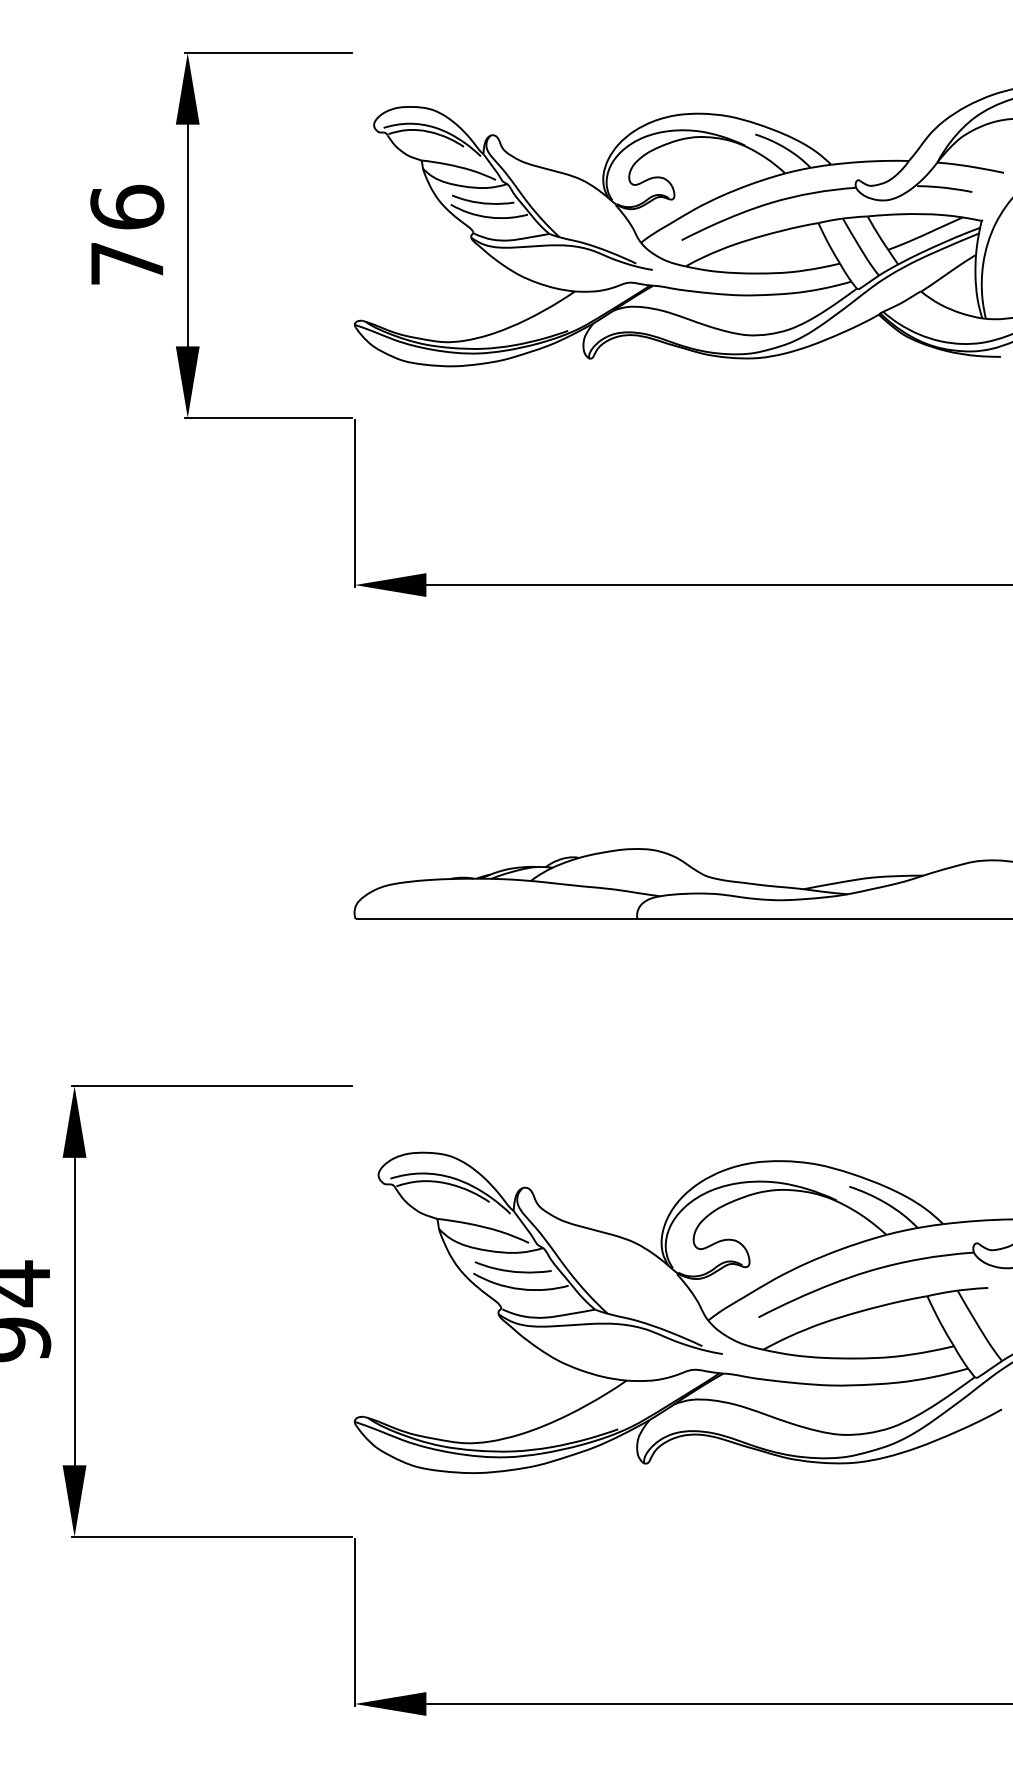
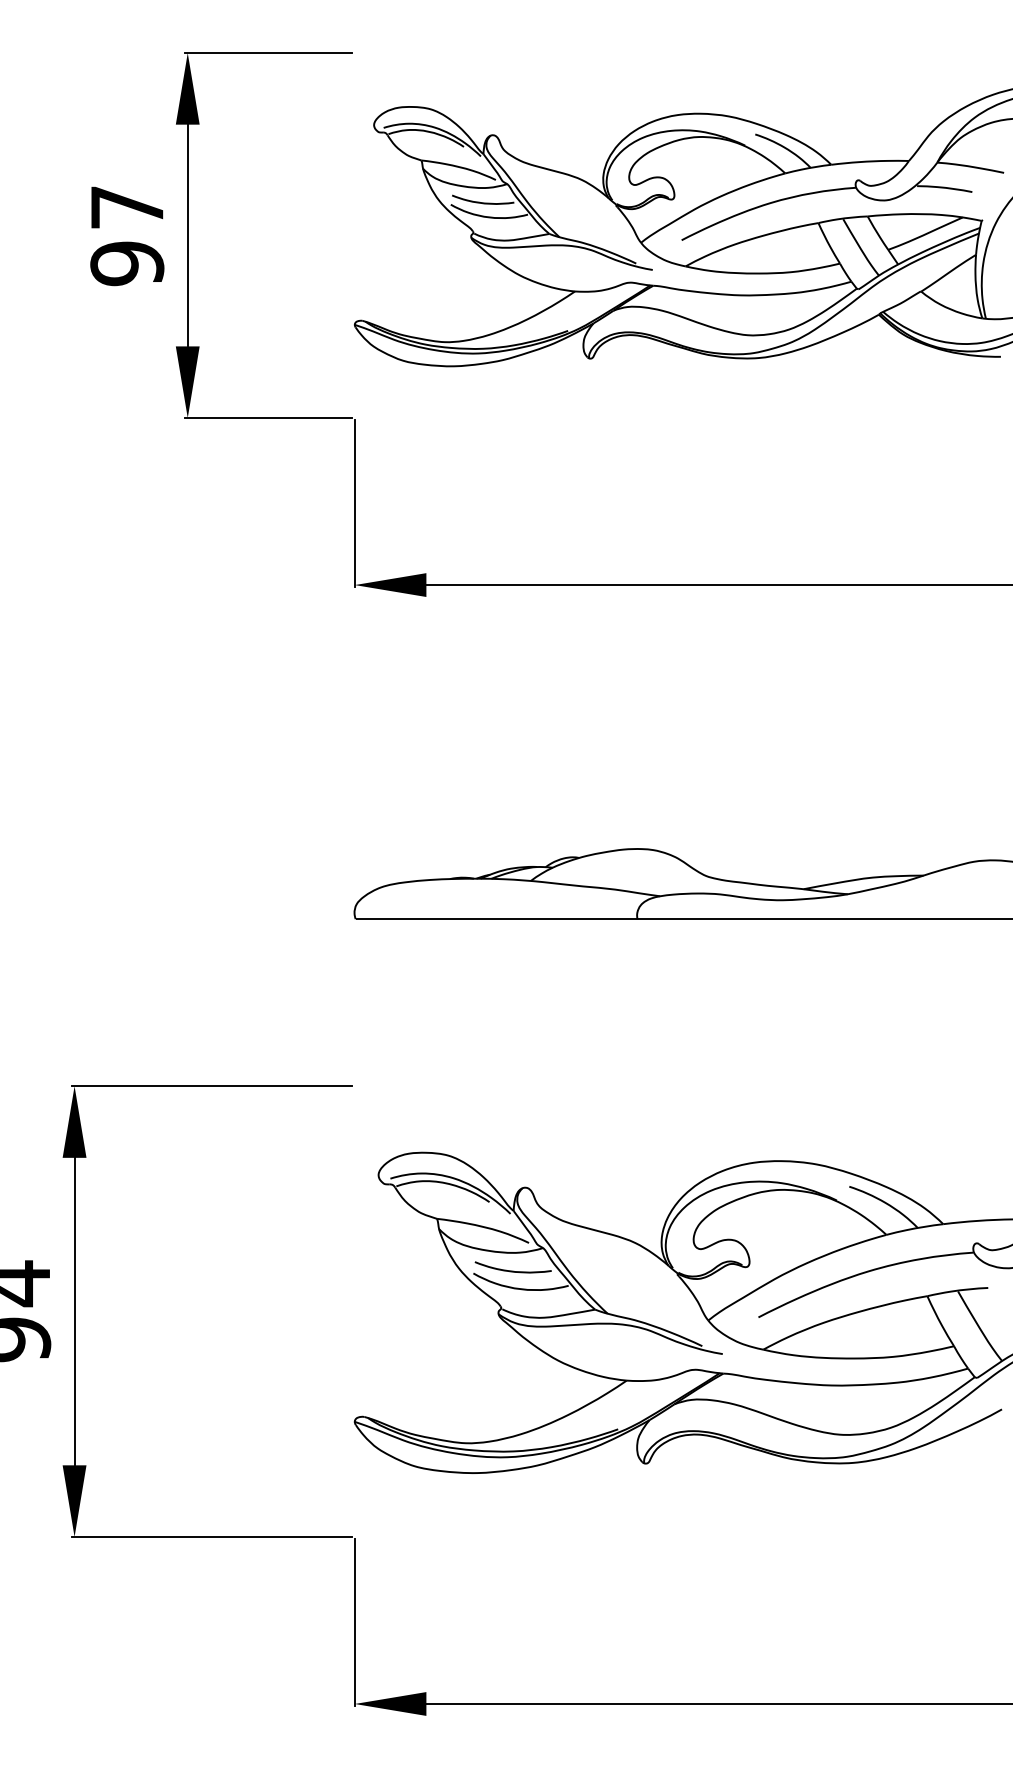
text at (127, 235): 76 -> 97
